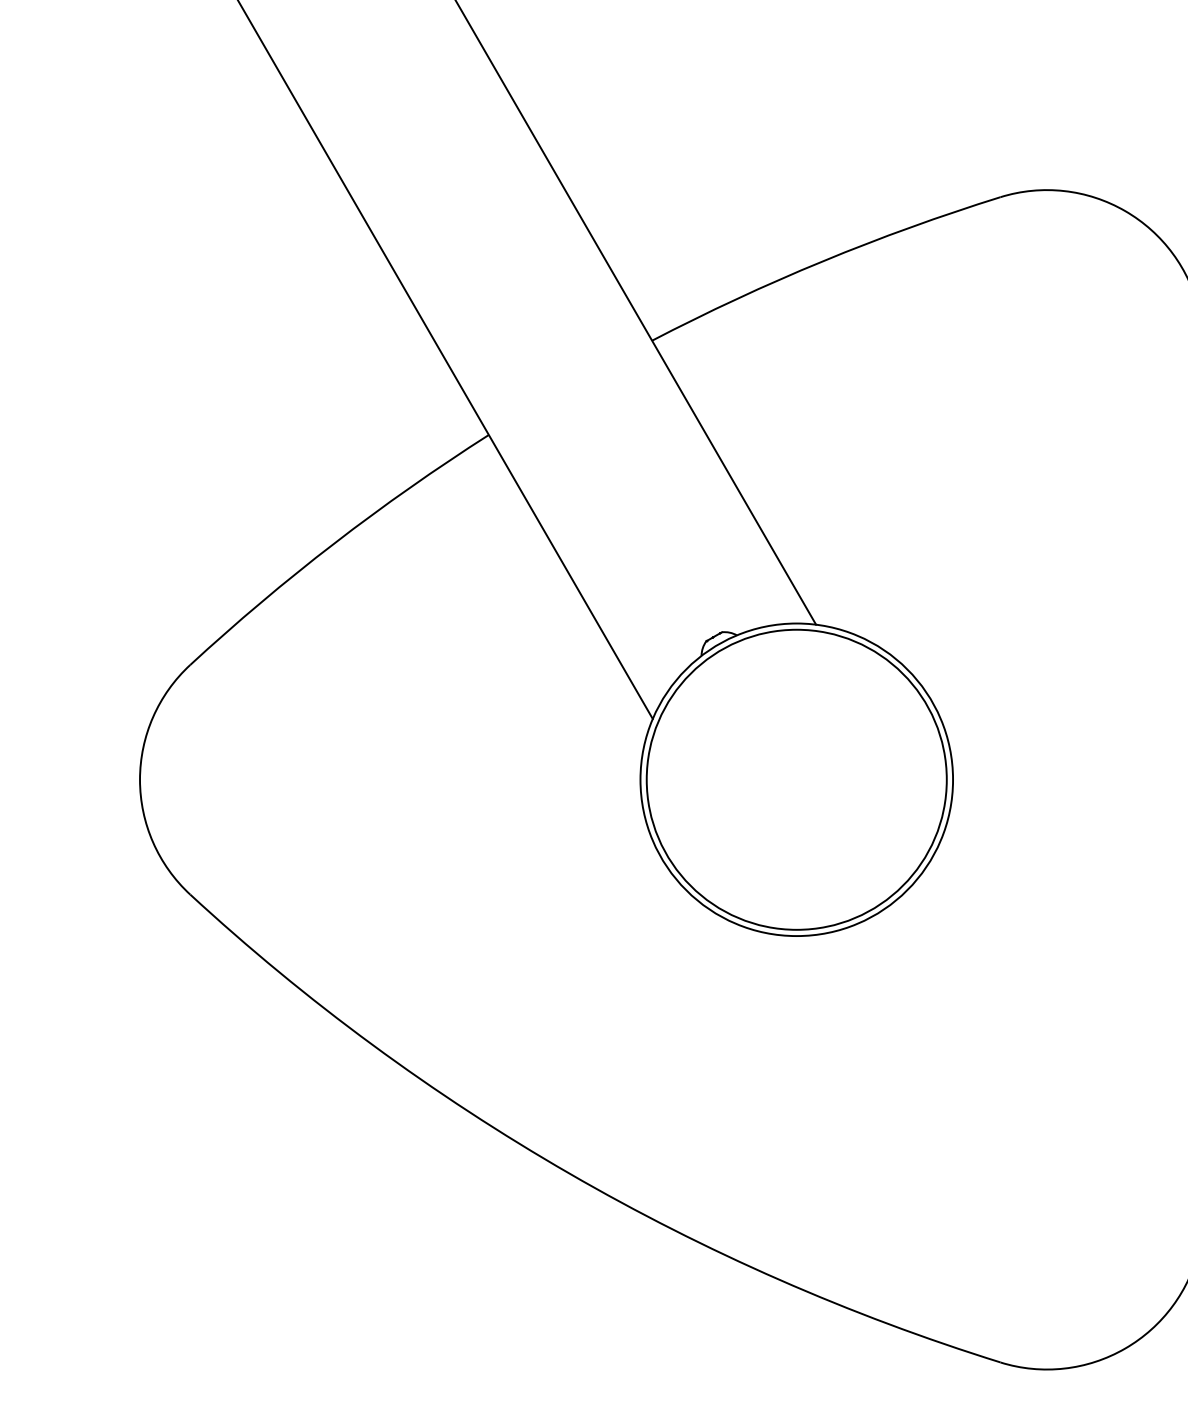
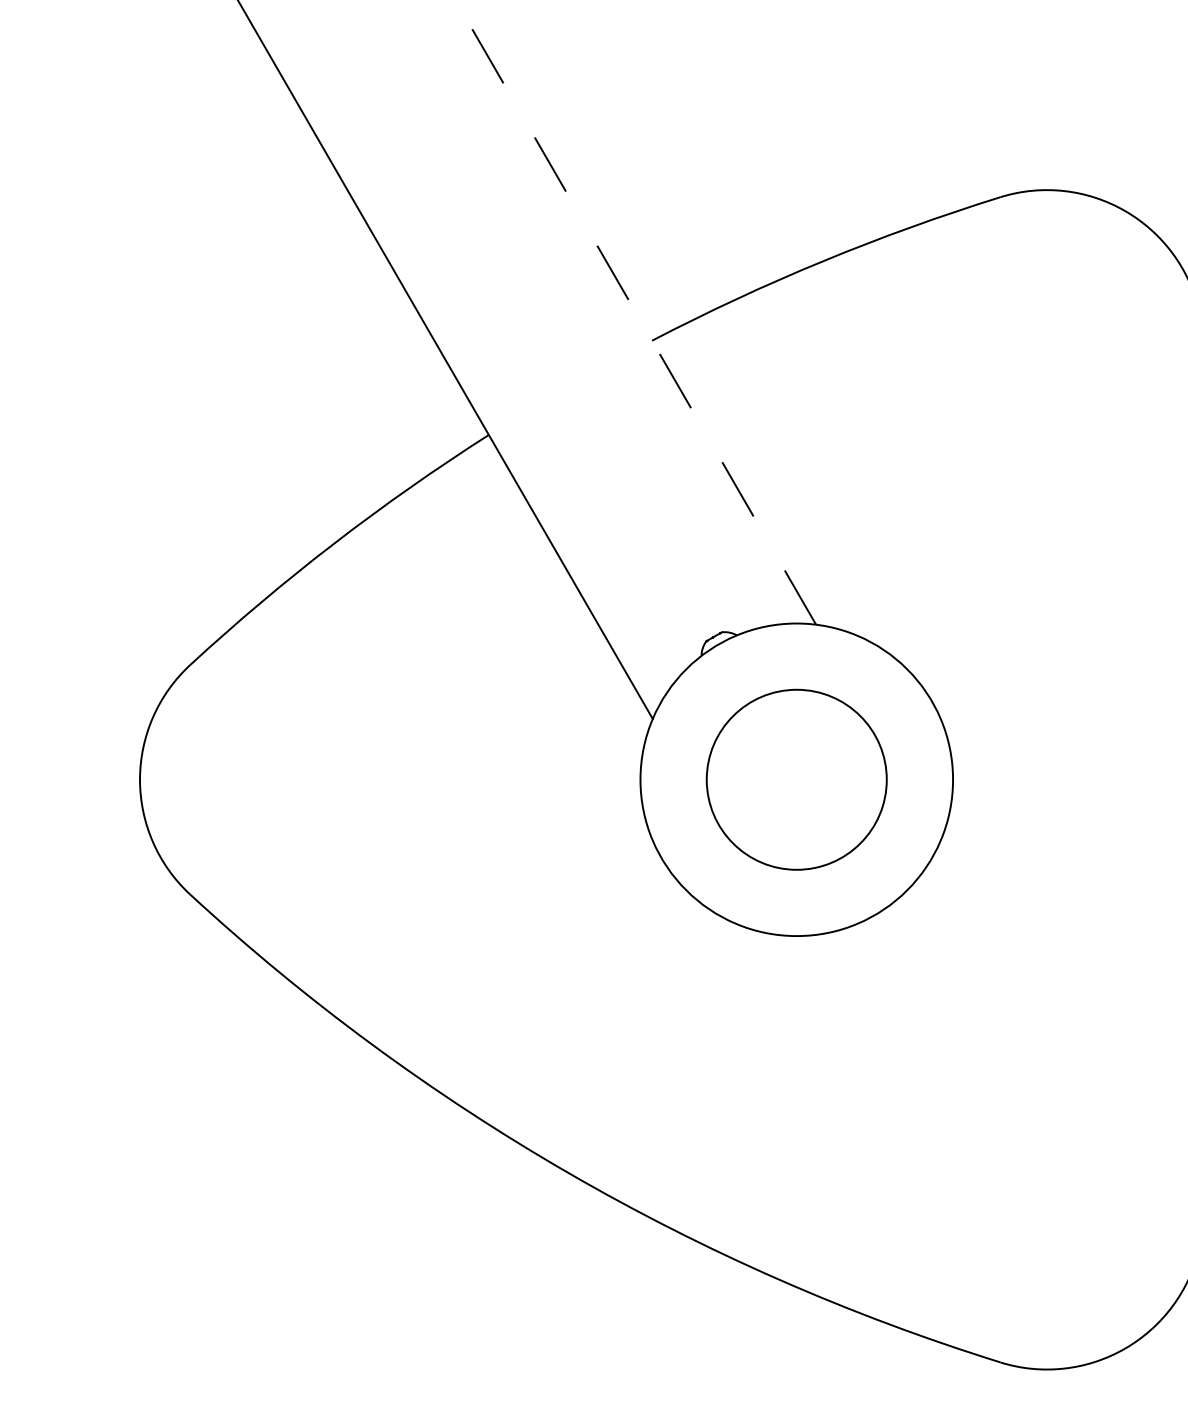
line at (635, 312): solid -> dashed
circle at (796, 779) diameter: 300 px -> 180 px
